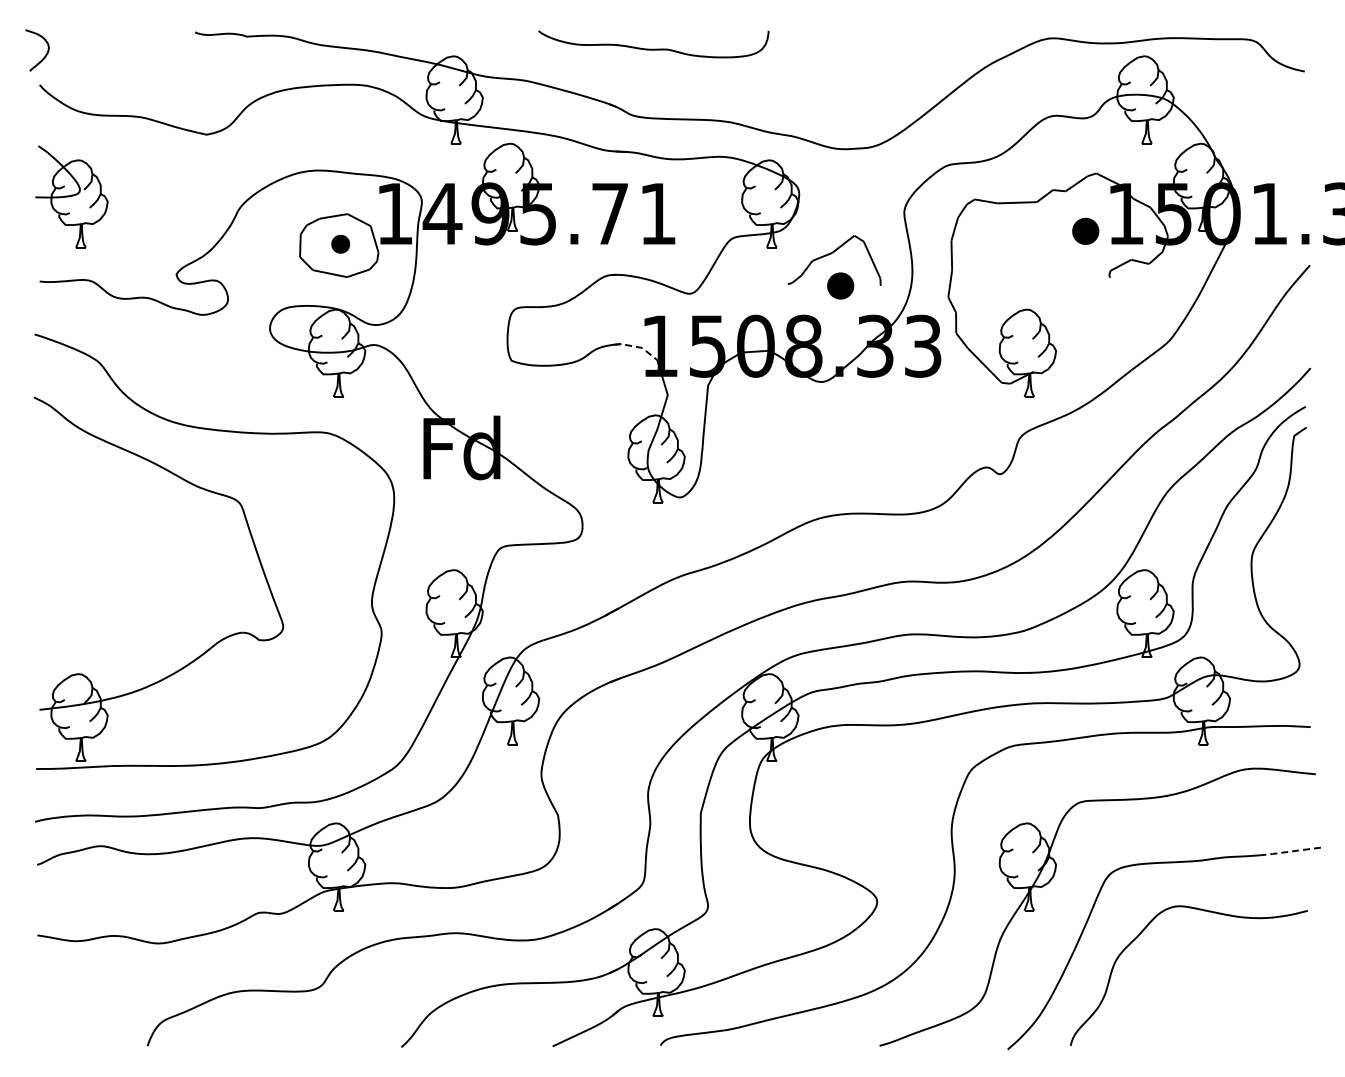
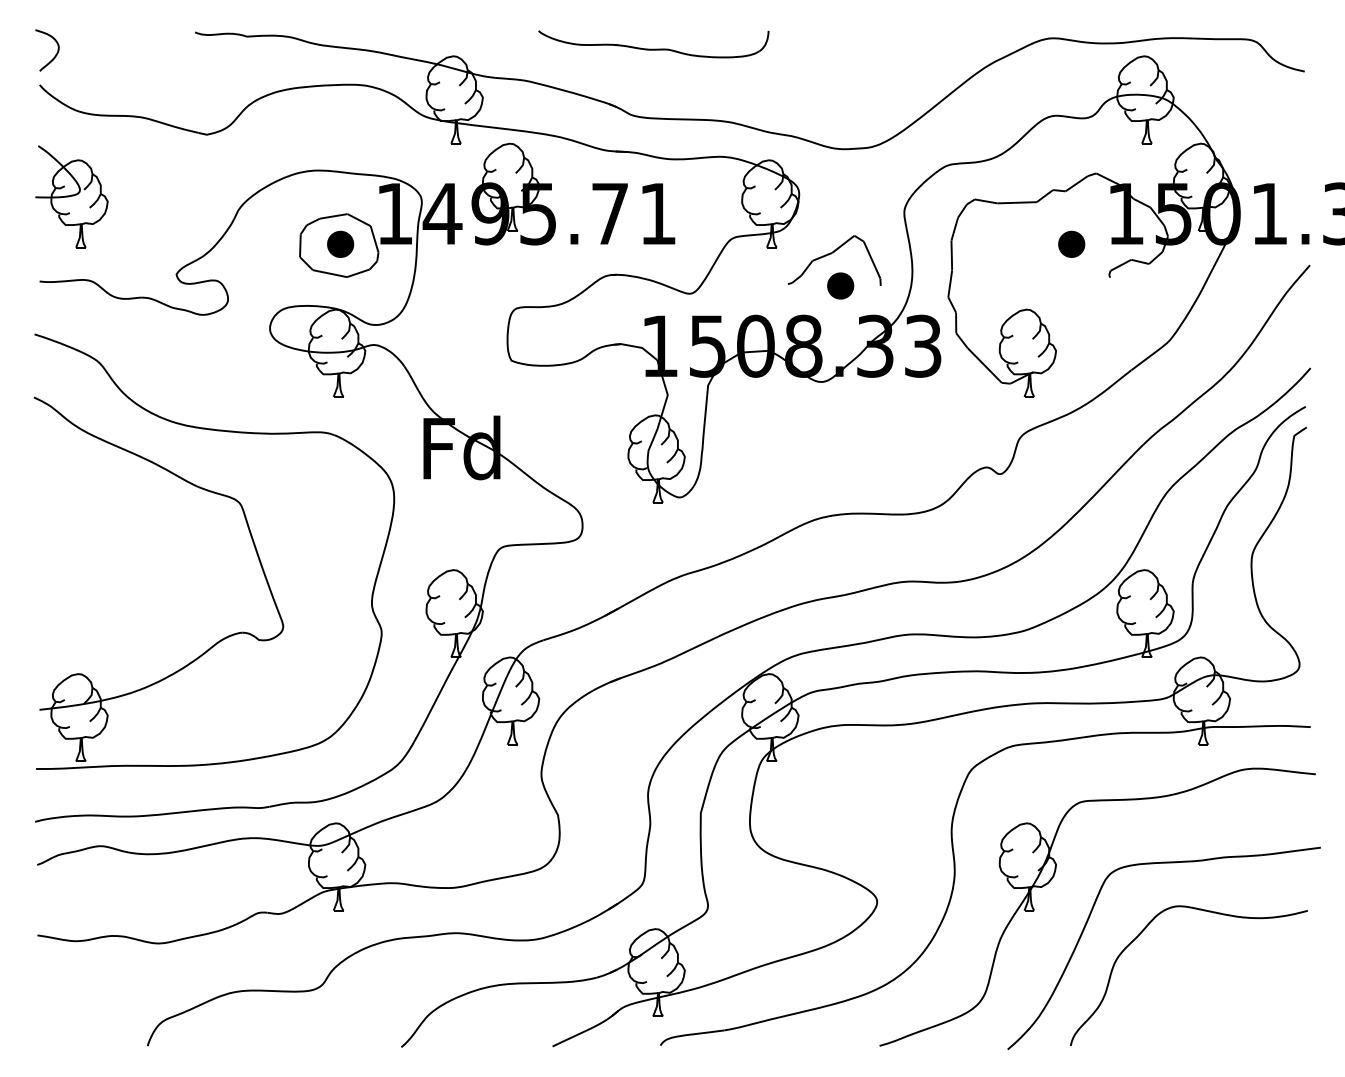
curve at (45, 54) position: (45, 54) -> (55, 54)
part at (1085, 230) position: (1085, 230) -> (1071, 243)
part at (340, 243) size: 20x20 px -> 28x28 px
line at (638, 347): dashed -> solid
line at (1290, 851): dashed -> solid
